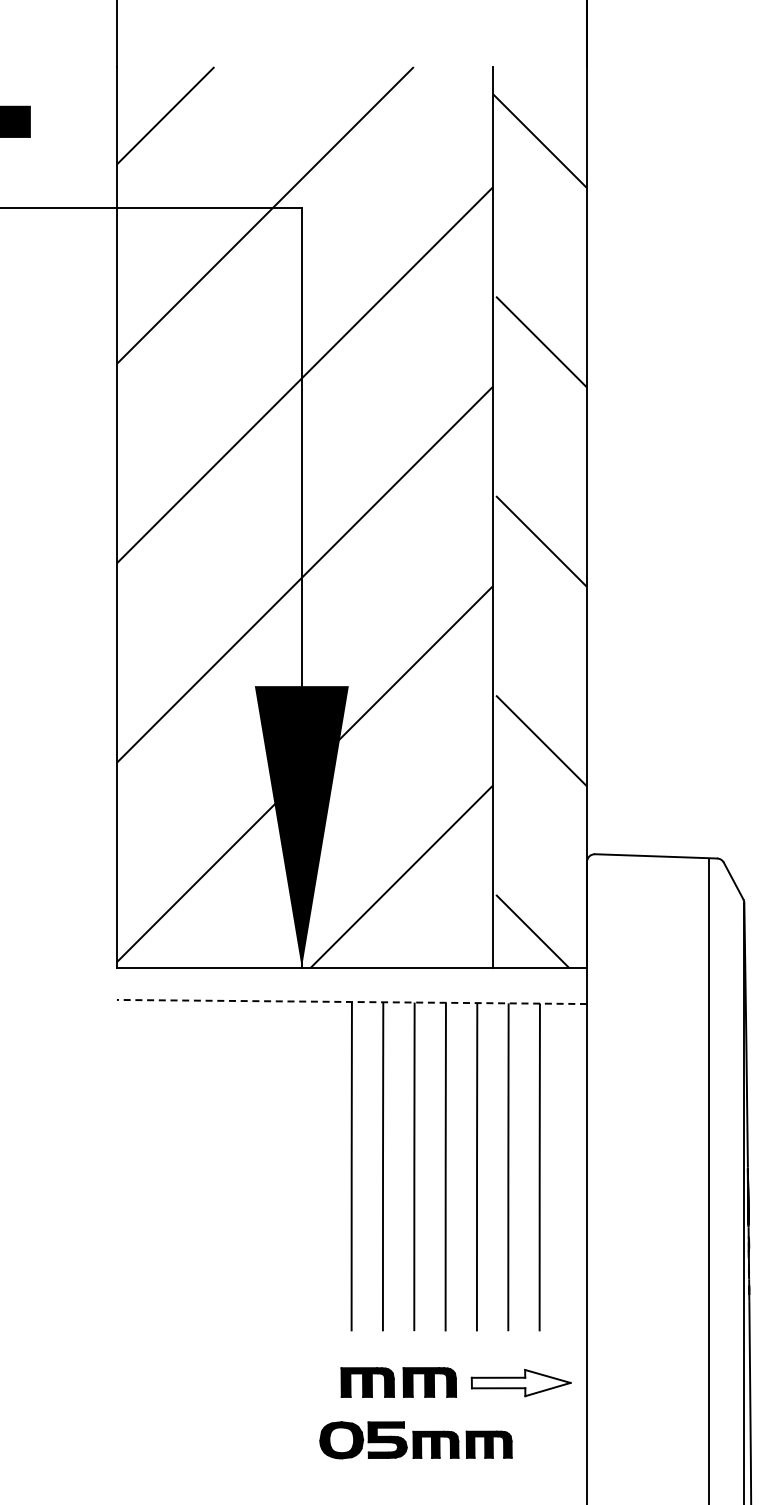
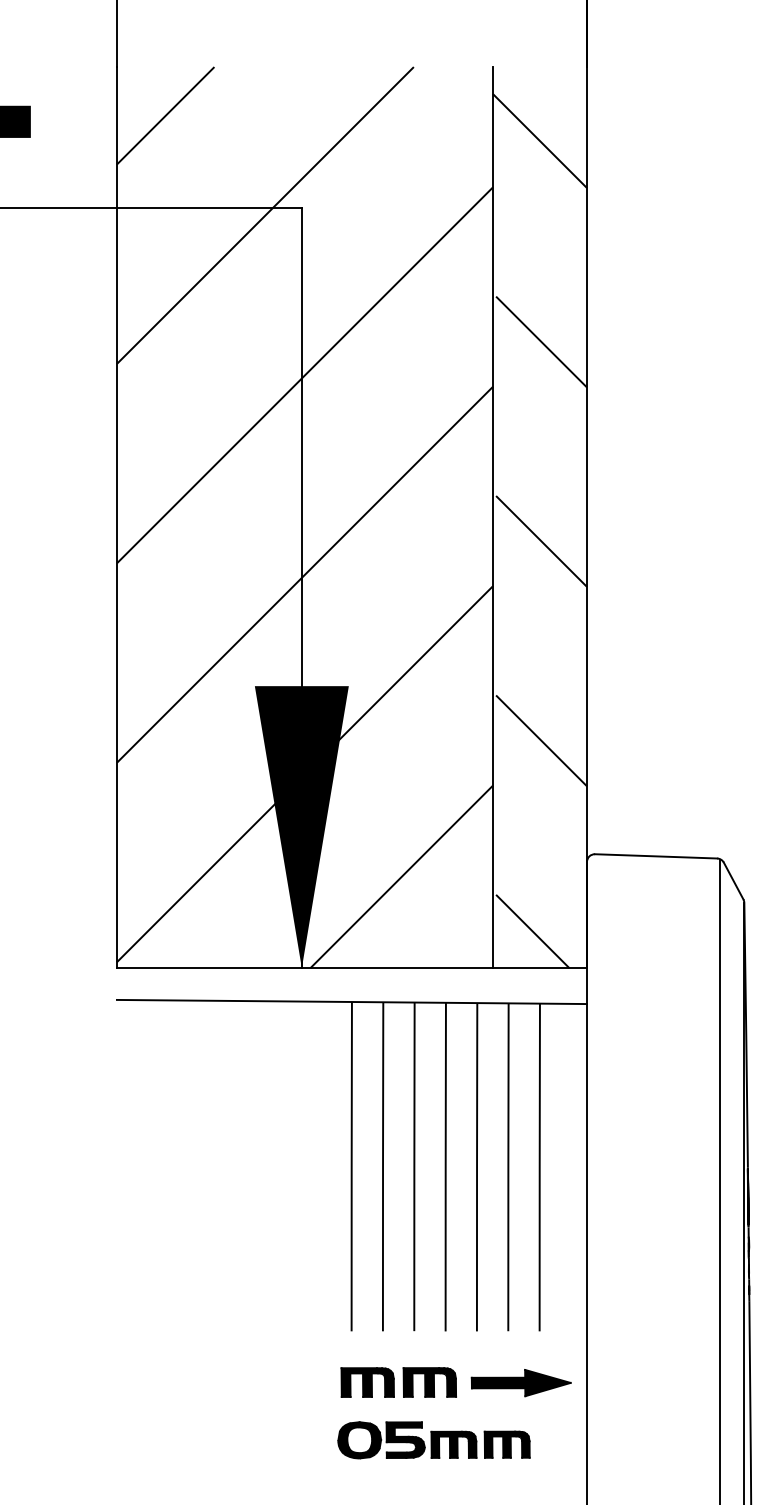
line at (351, 1001): dashed -> solid
line at (709, 1180) position: (709, 1180) -> (720, 1180)
fill at (520, 1382): none -> present
part at (415, 1440) position: (415, 1440) -> (433, 1440)
